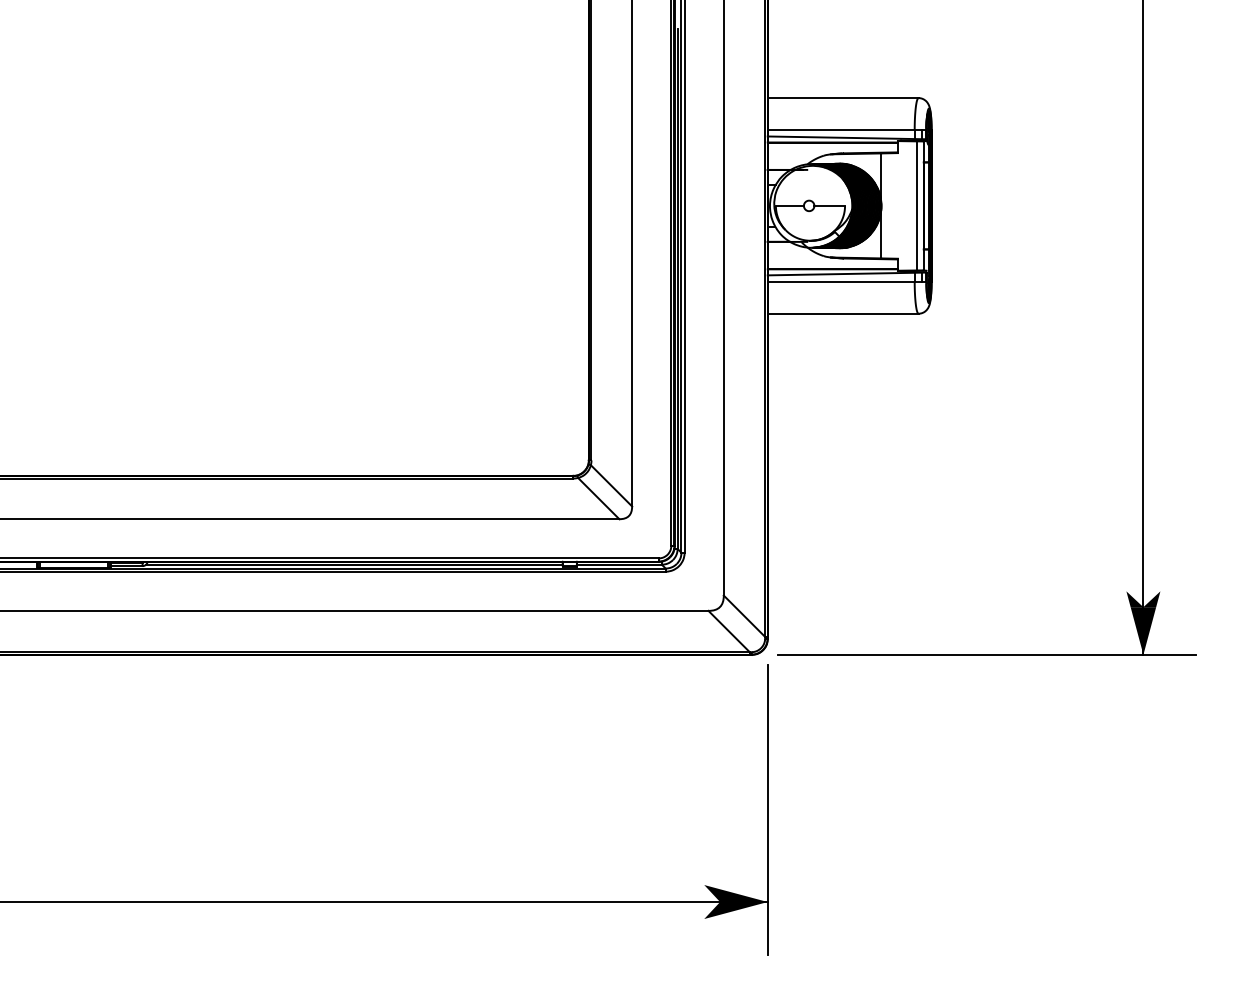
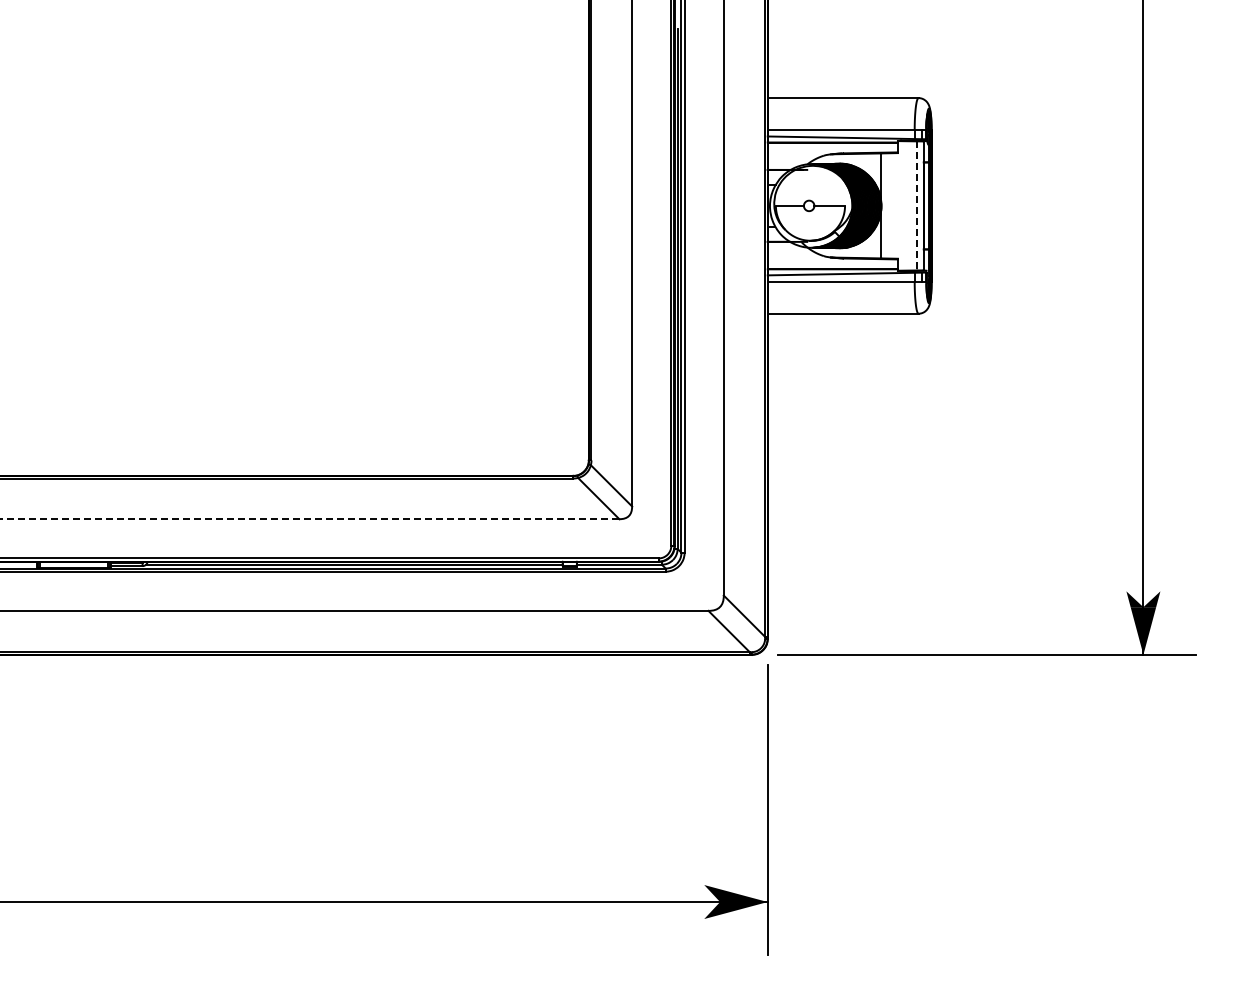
line at (916, 205): solid -> dashed
line at (309, 519): solid -> dashed
